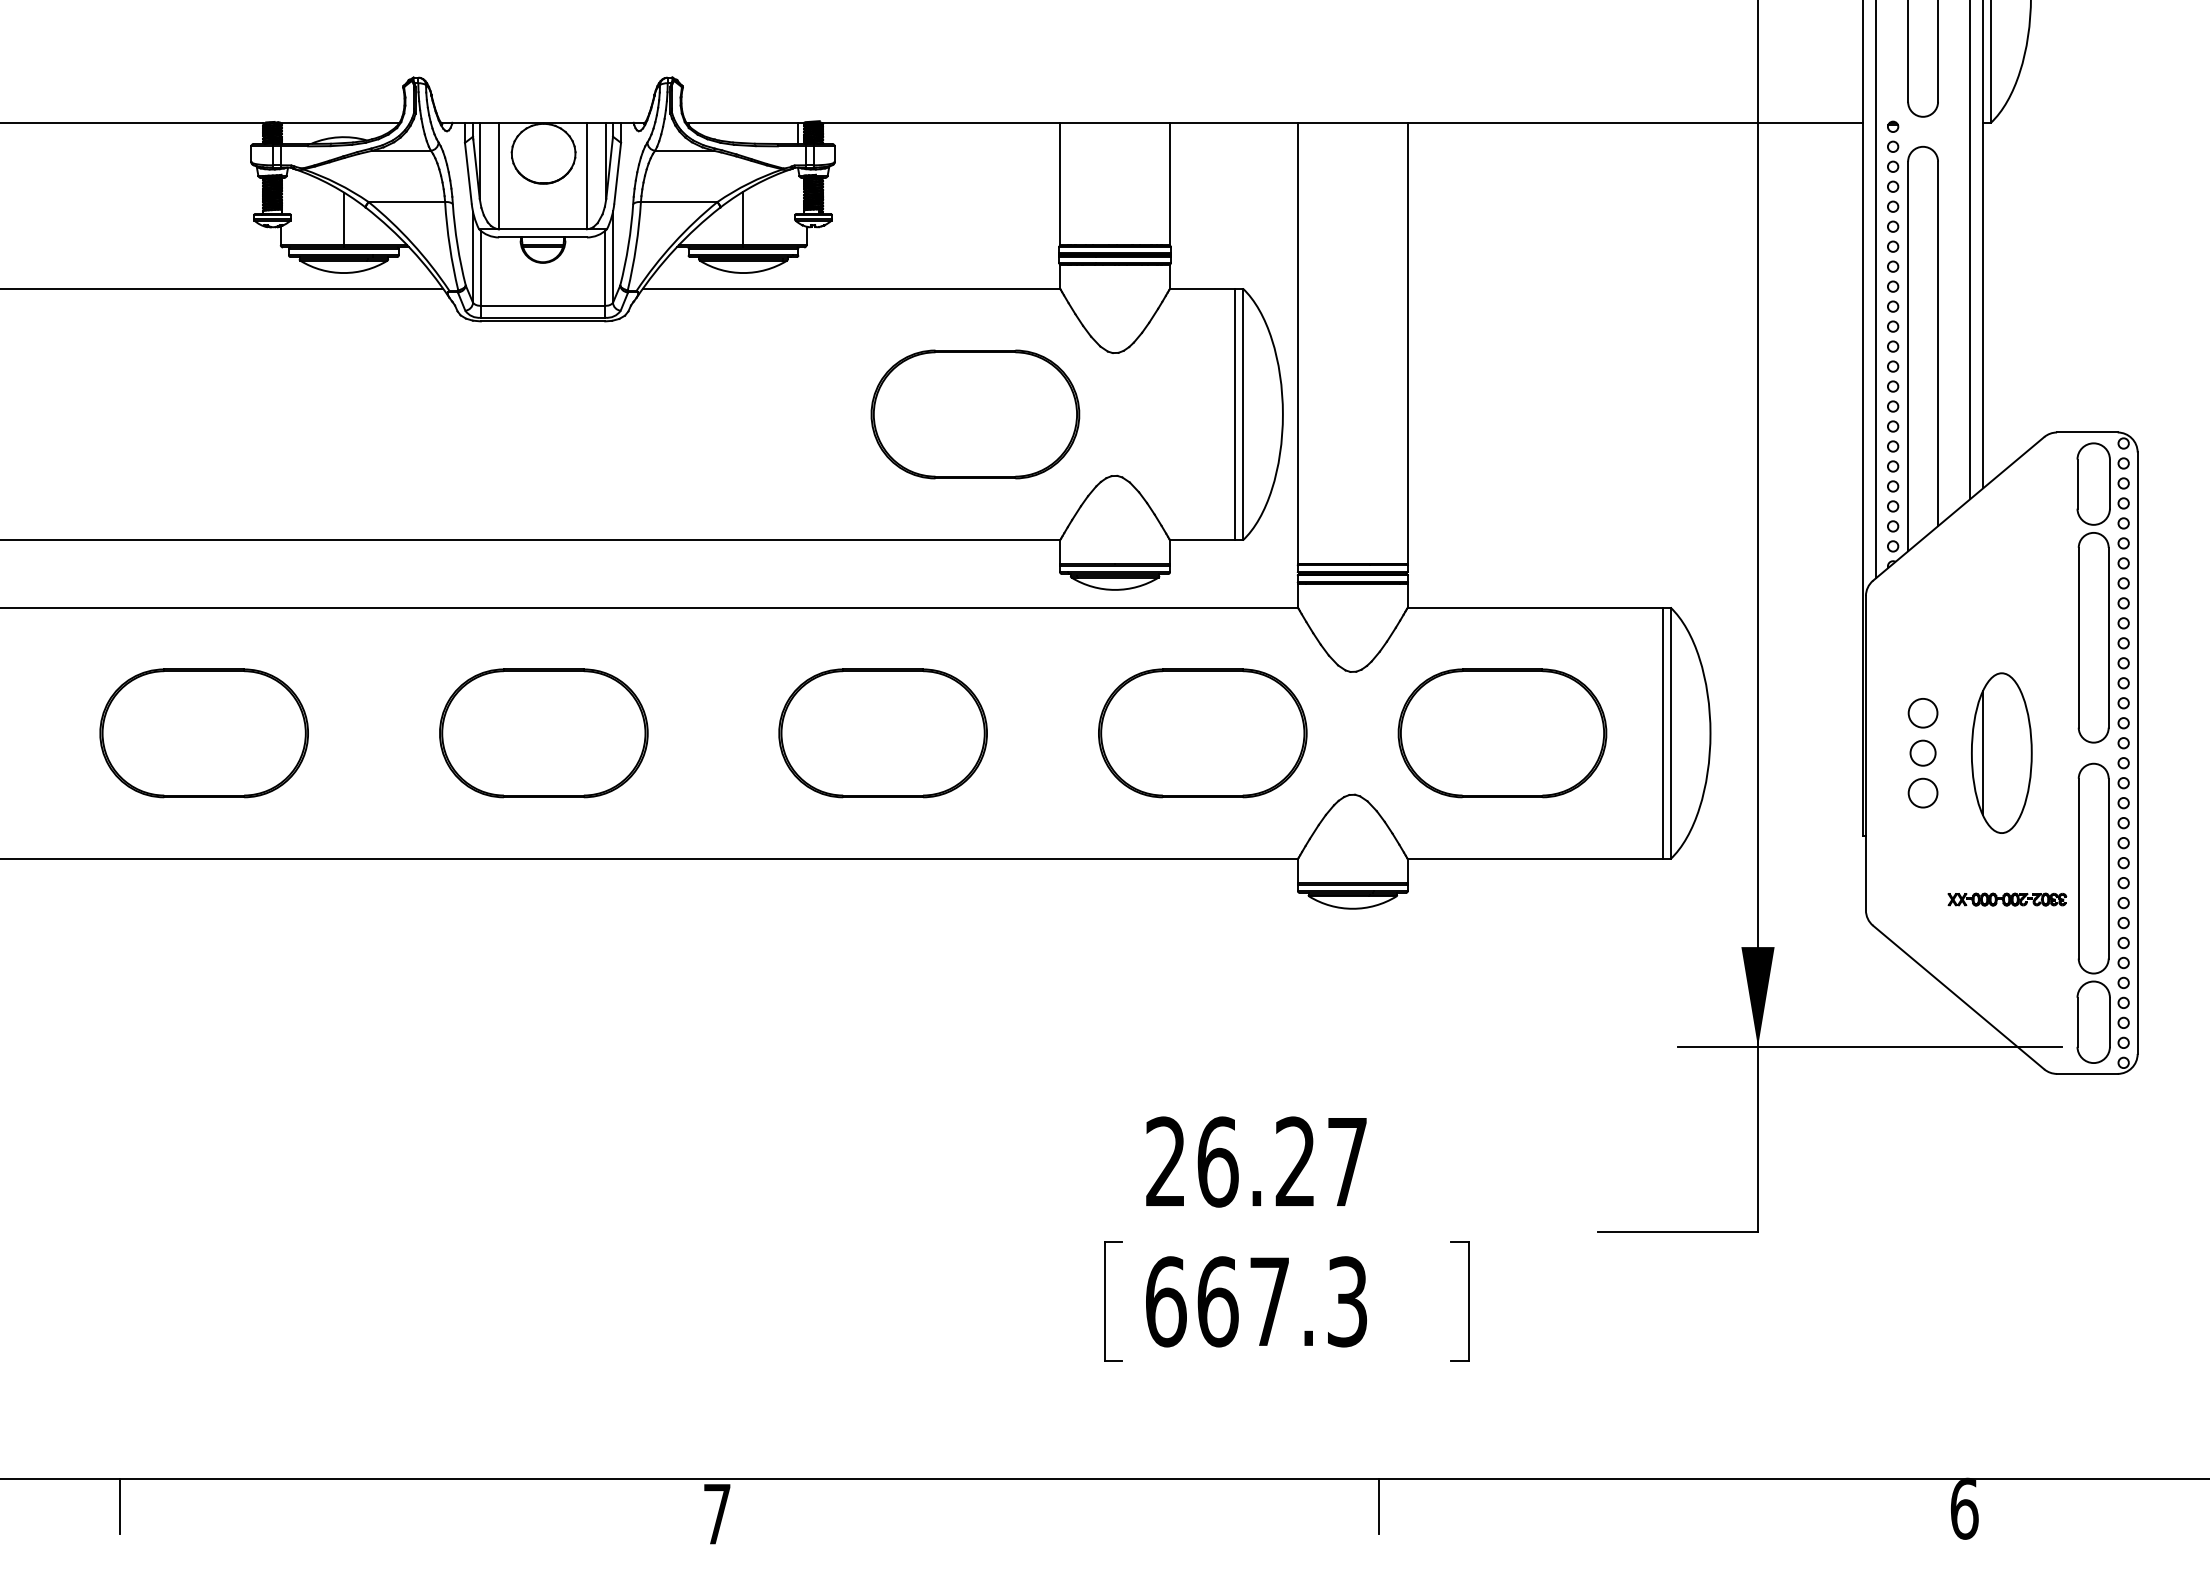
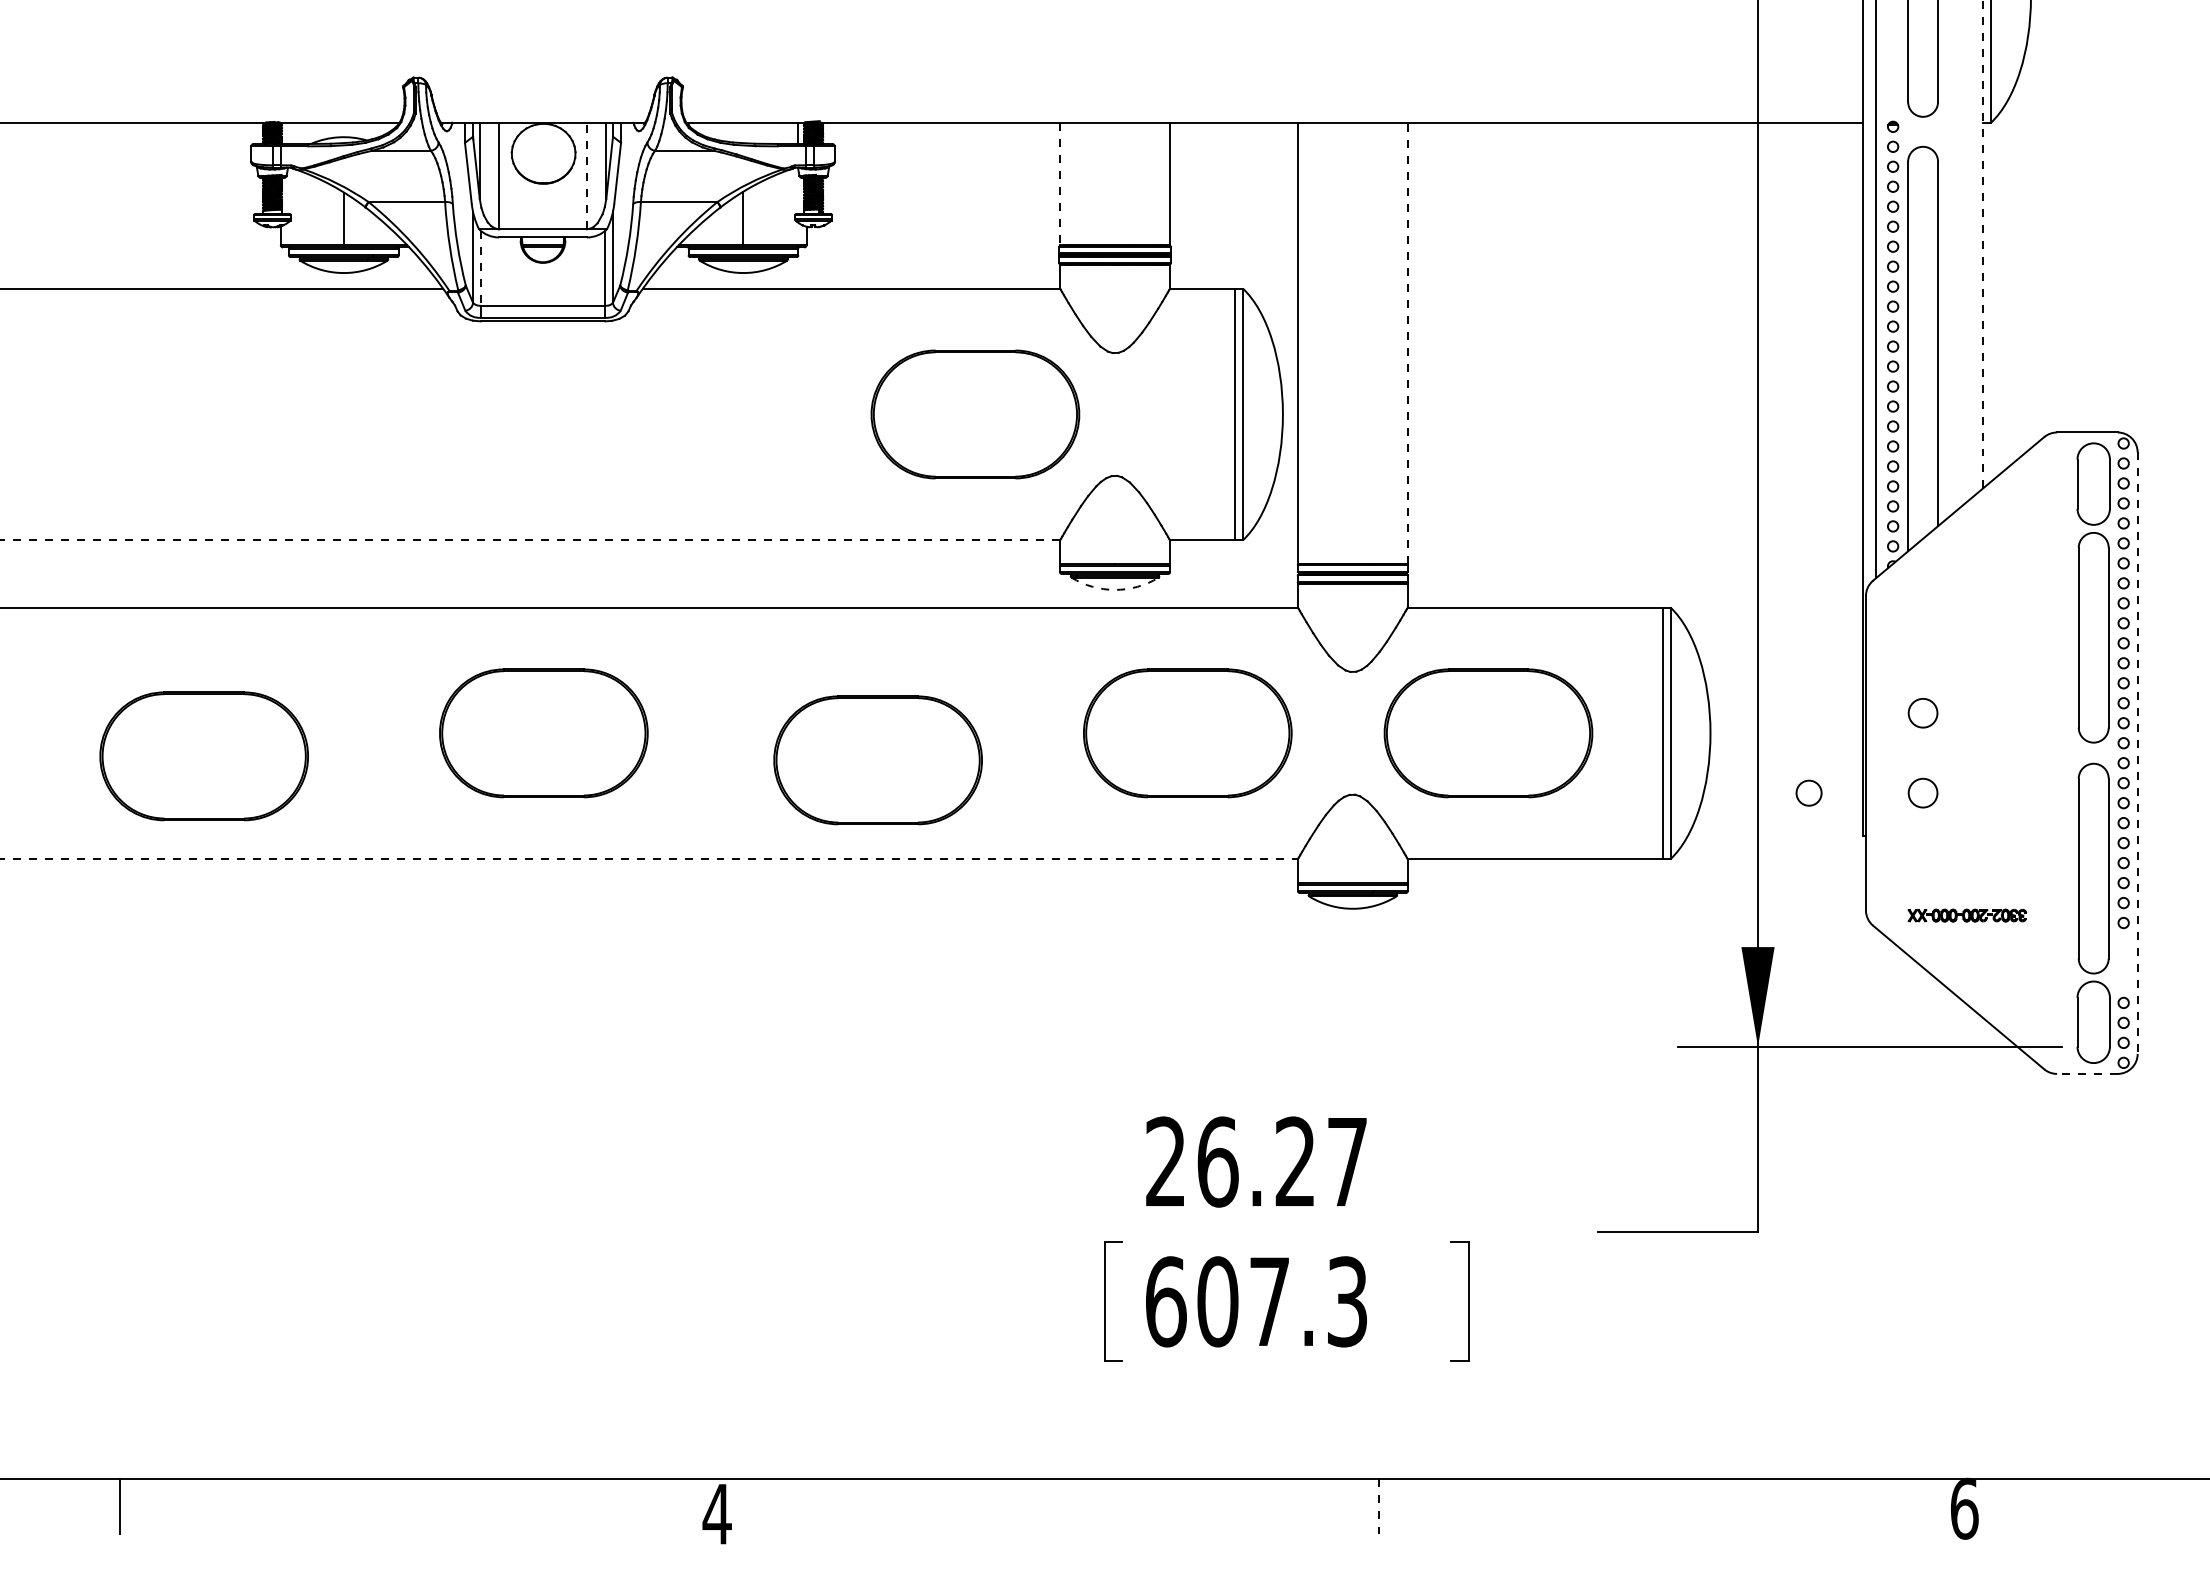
line at (586, 175): solid -> dashed
line at (1060, 184): solid -> dashed
line at (1983, 244): solid -> dashed
line at (1969, 250): present -> none
line at (480, 268): solid -> dashed
line at (1407, 343): solid -> dashed
line at (530, 540): solid -> dashed
arc at (1115, 589): solid -> dashed
part at (203, 733) position: (203, 733) -> (203, 756)
part at (882, 733) position: (882, 733) -> (877, 760)
part at (1202, 733) position: (1202, 733) -> (1187, 733)
part at (1502, 733) position: (1502, 733) -> (1488, 733)
circle at (1922, 752) position: (1922, 752) -> (1808, 792)
part at (2001, 752): present -> none
line at (2137, 753): solid -> dashed
line at (649, 859): solid -> dashed
part at (2007, 899) position: (2007, 899) -> (1967, 915)
part at (2123, 962): present -> none
line at (2086, 1073): solid -> dashed
text at (1217, 1301): 667.3 -> 607.3
line at (1378, 1506): solid -> dashed
text at (716, 1514): 7 -> 4
